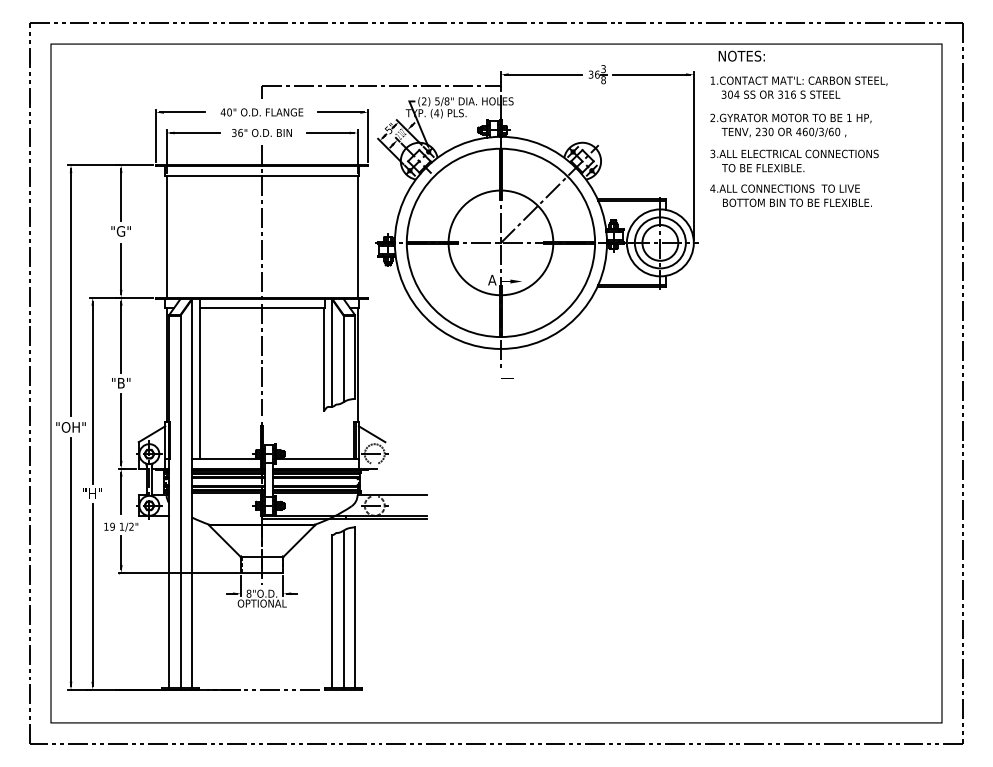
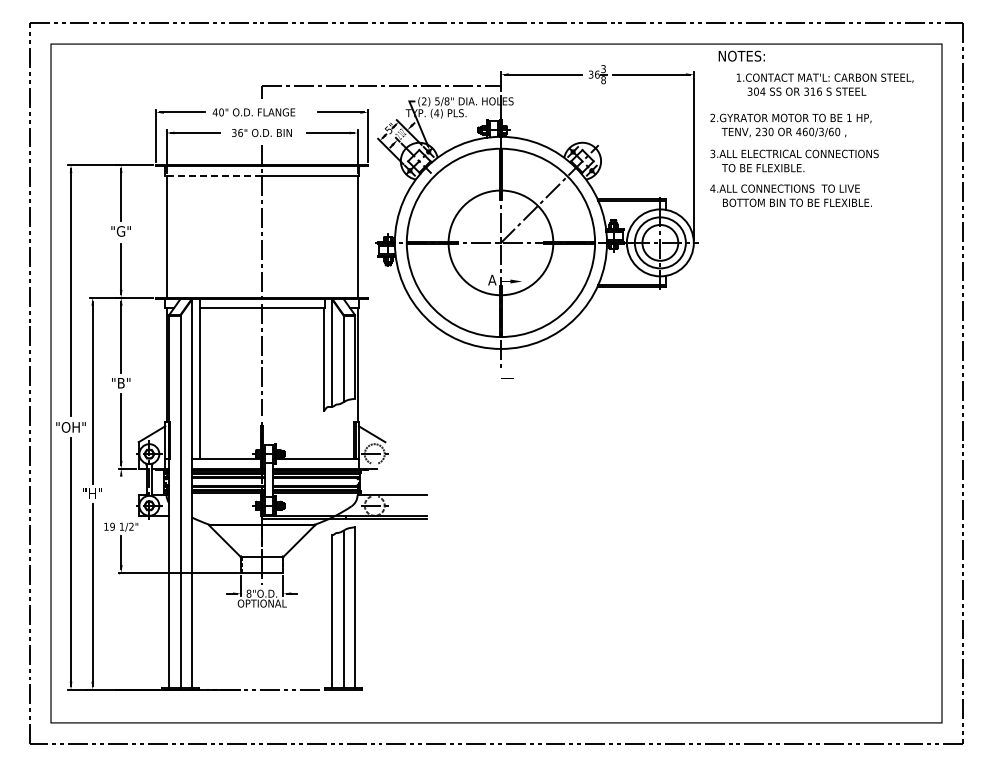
text at (798, 87) position: (798, 87) -> (824, 84)
text at (261, 112) position: (261, 112) -> (253, 112)
line at (213, 175): solid -> dashed
line at (121, 493): present -> none
